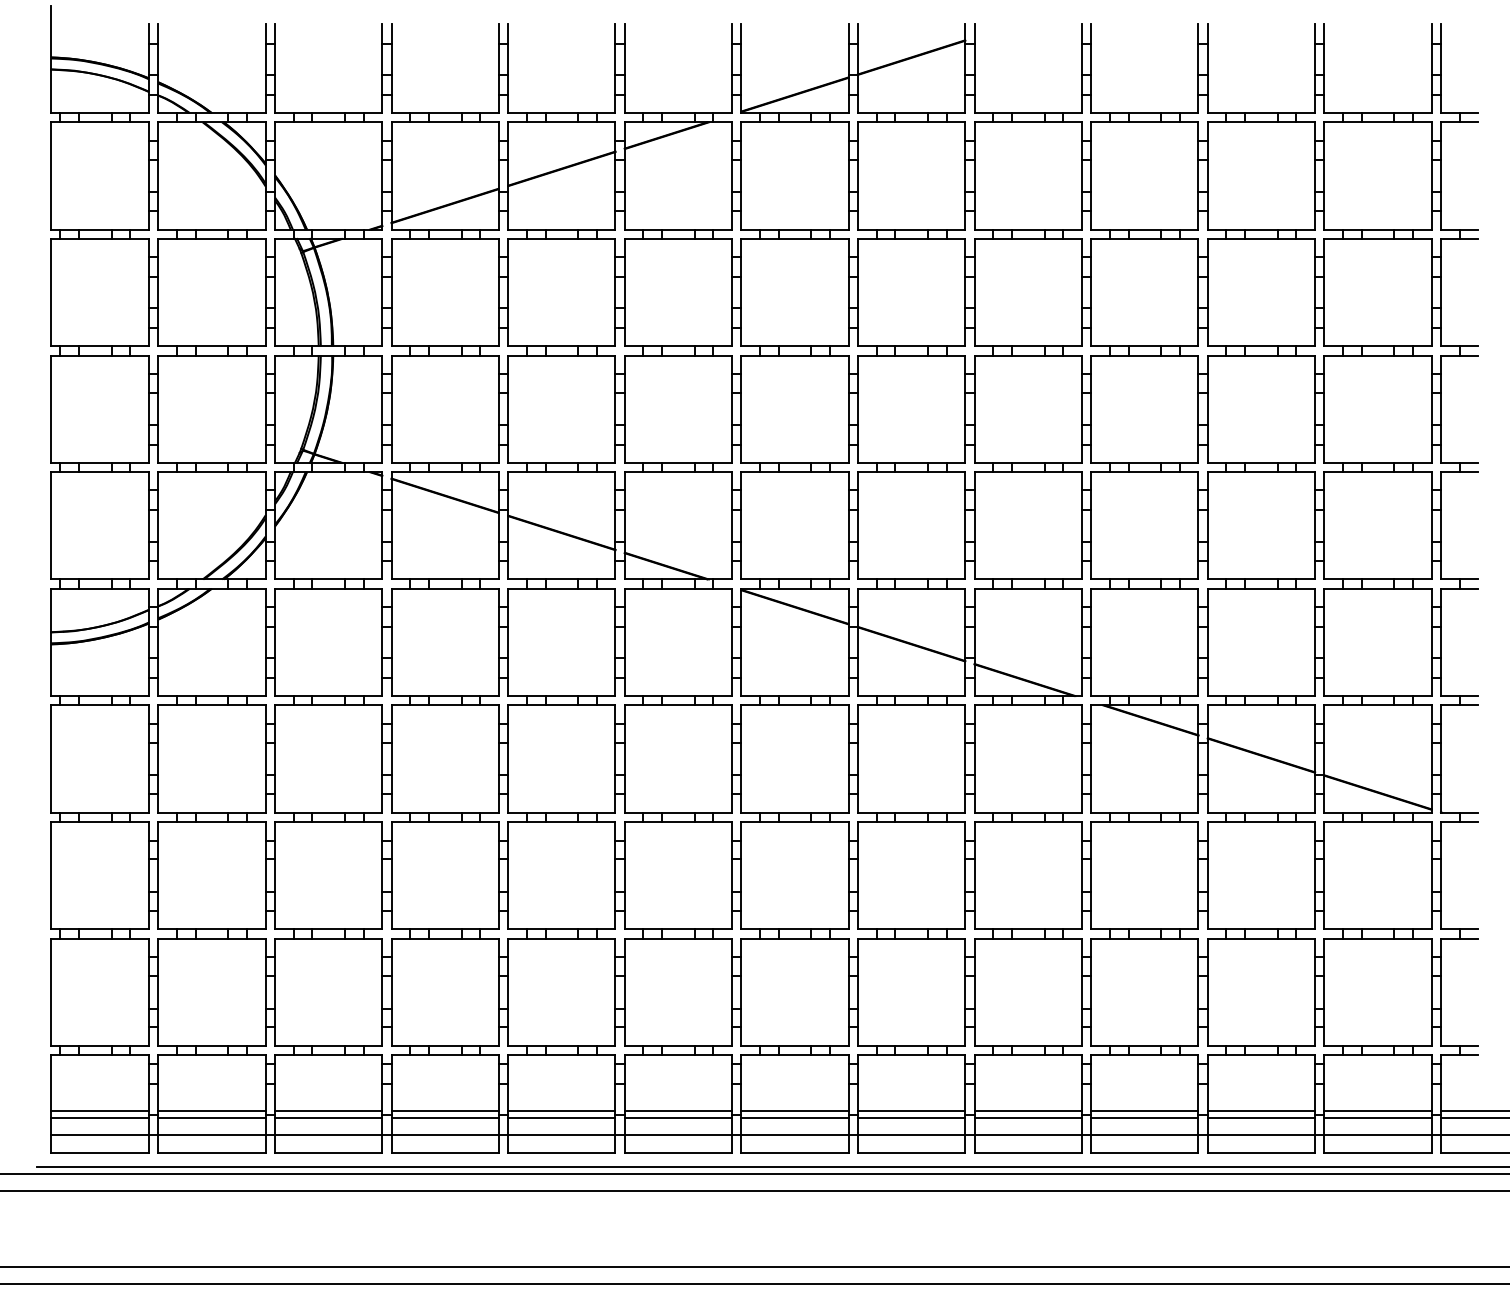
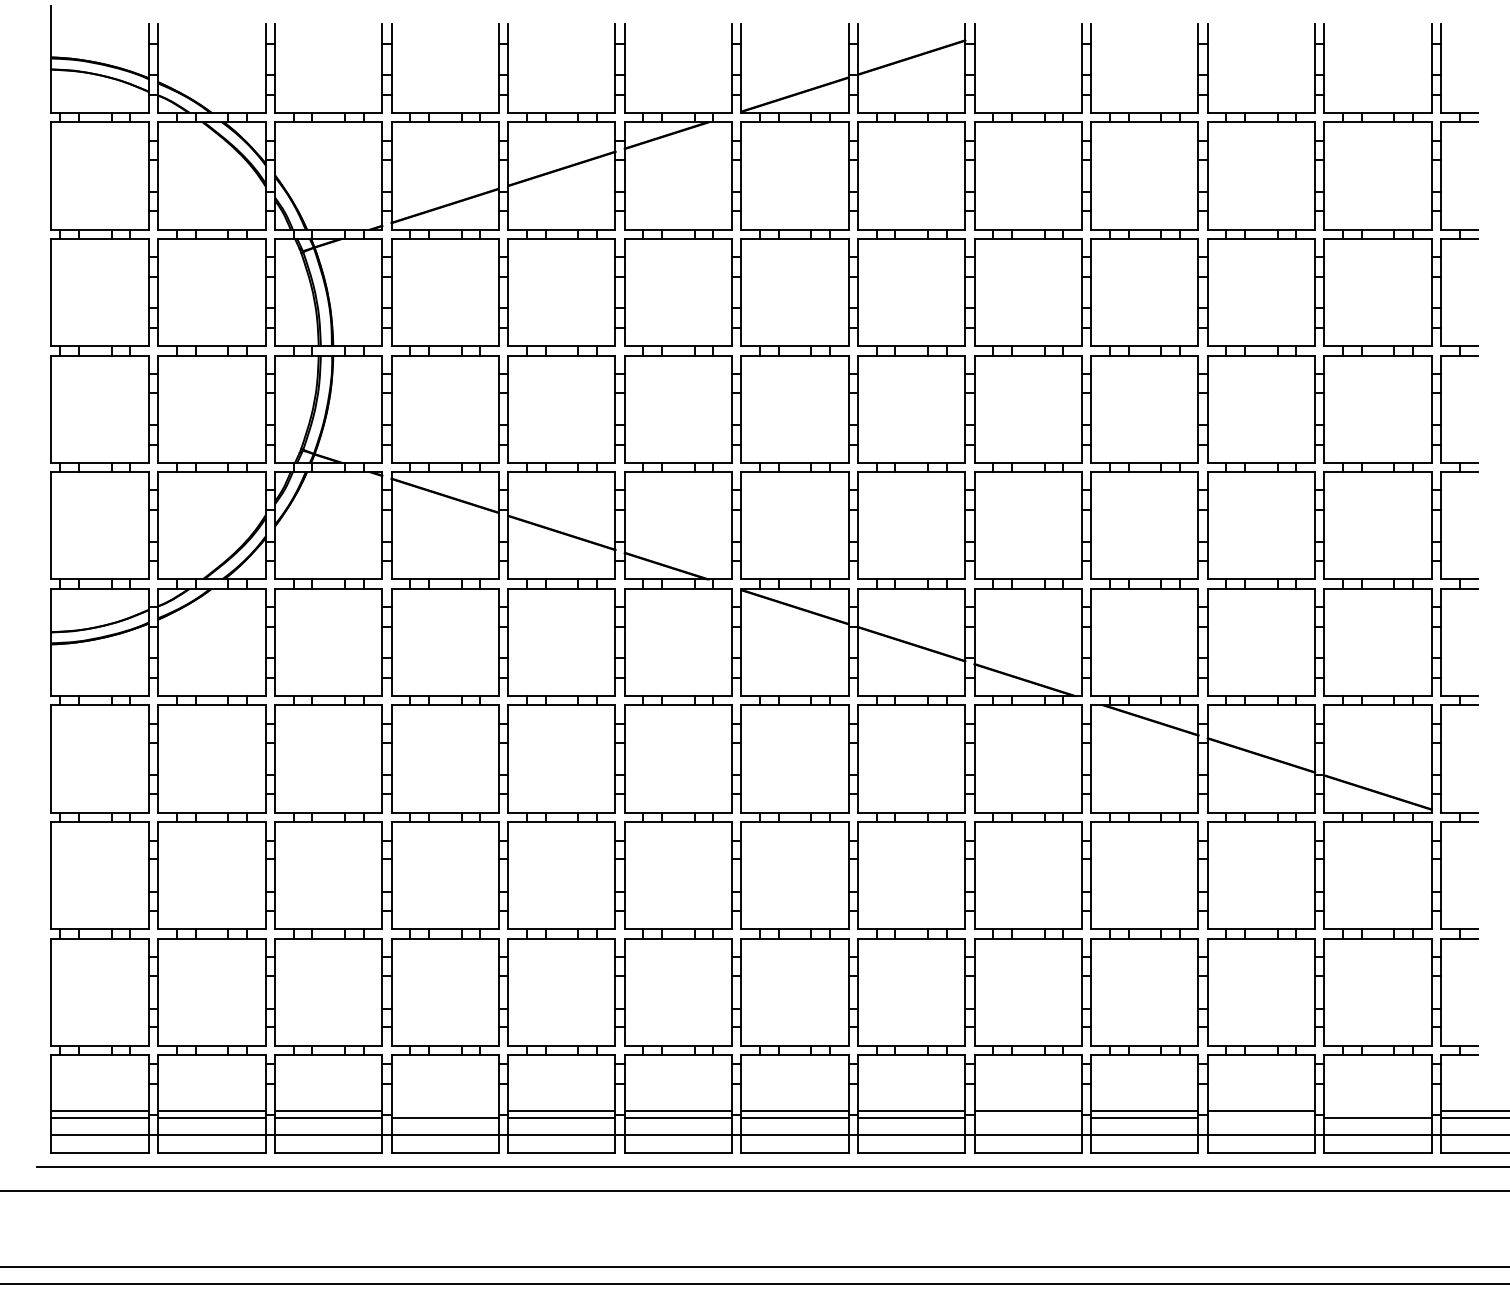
line at (444, 1111): present -> none
line at (1377, 1111): present -> none
line at (1027, 1118): present -> none
line at (1261, 1118): present -> none
line at (754, 1174): present -> none
